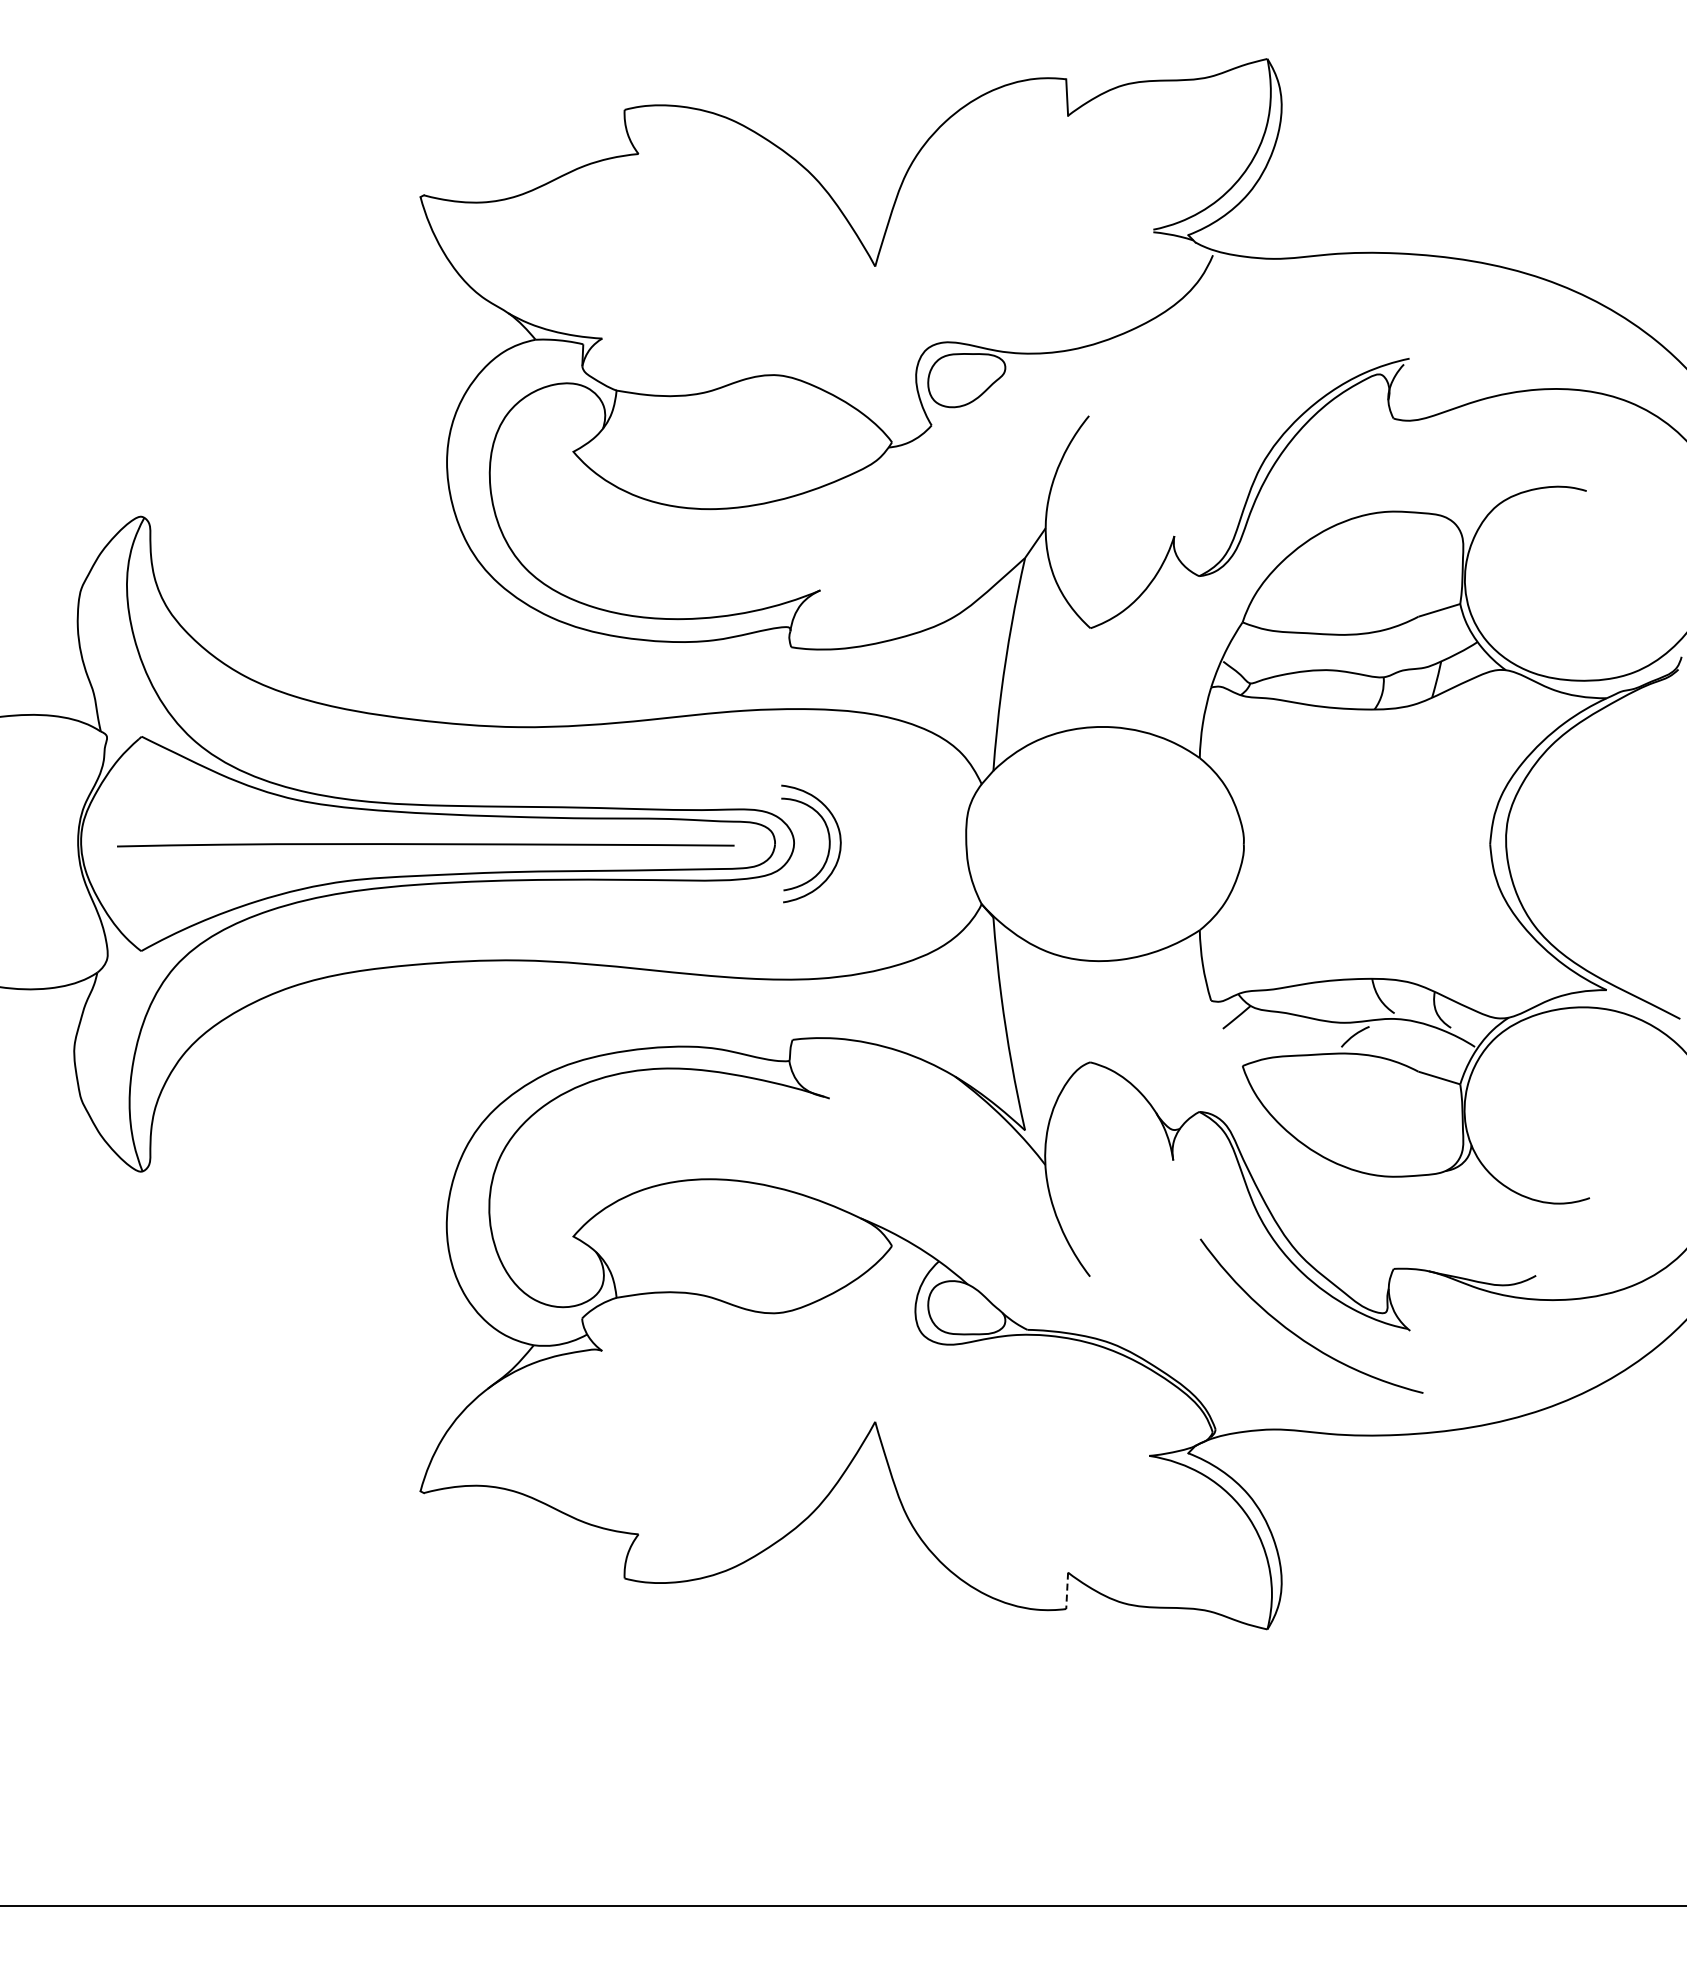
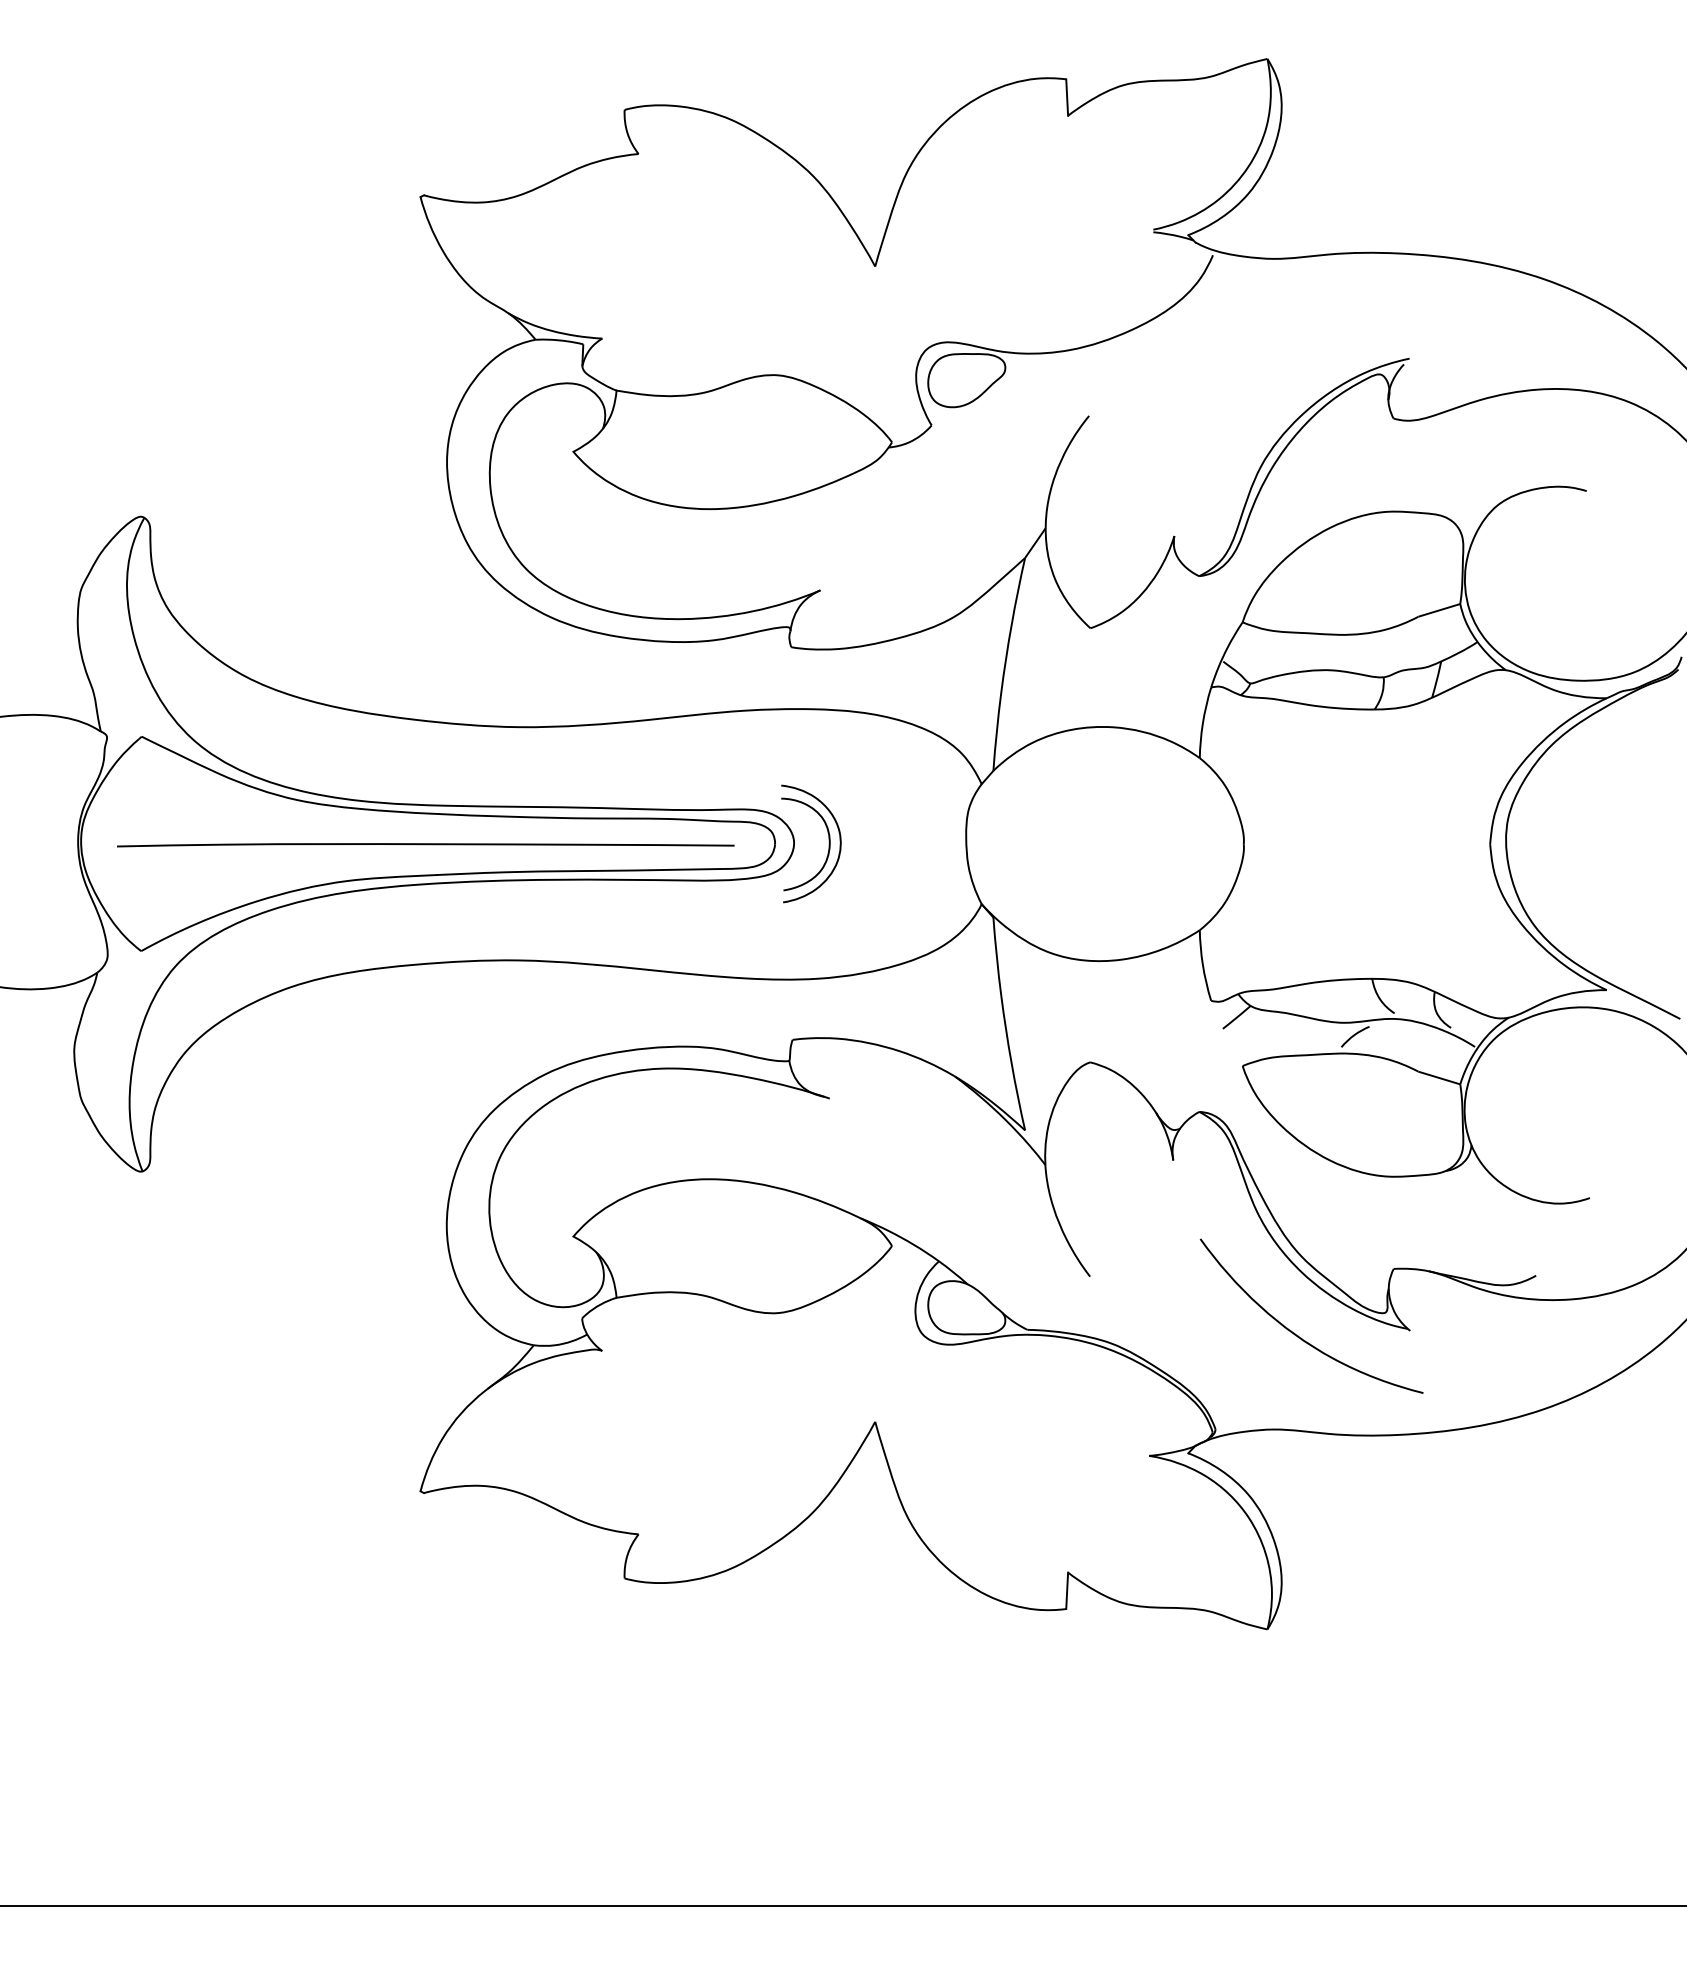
line at (1067, 1591): dashed -> solid
